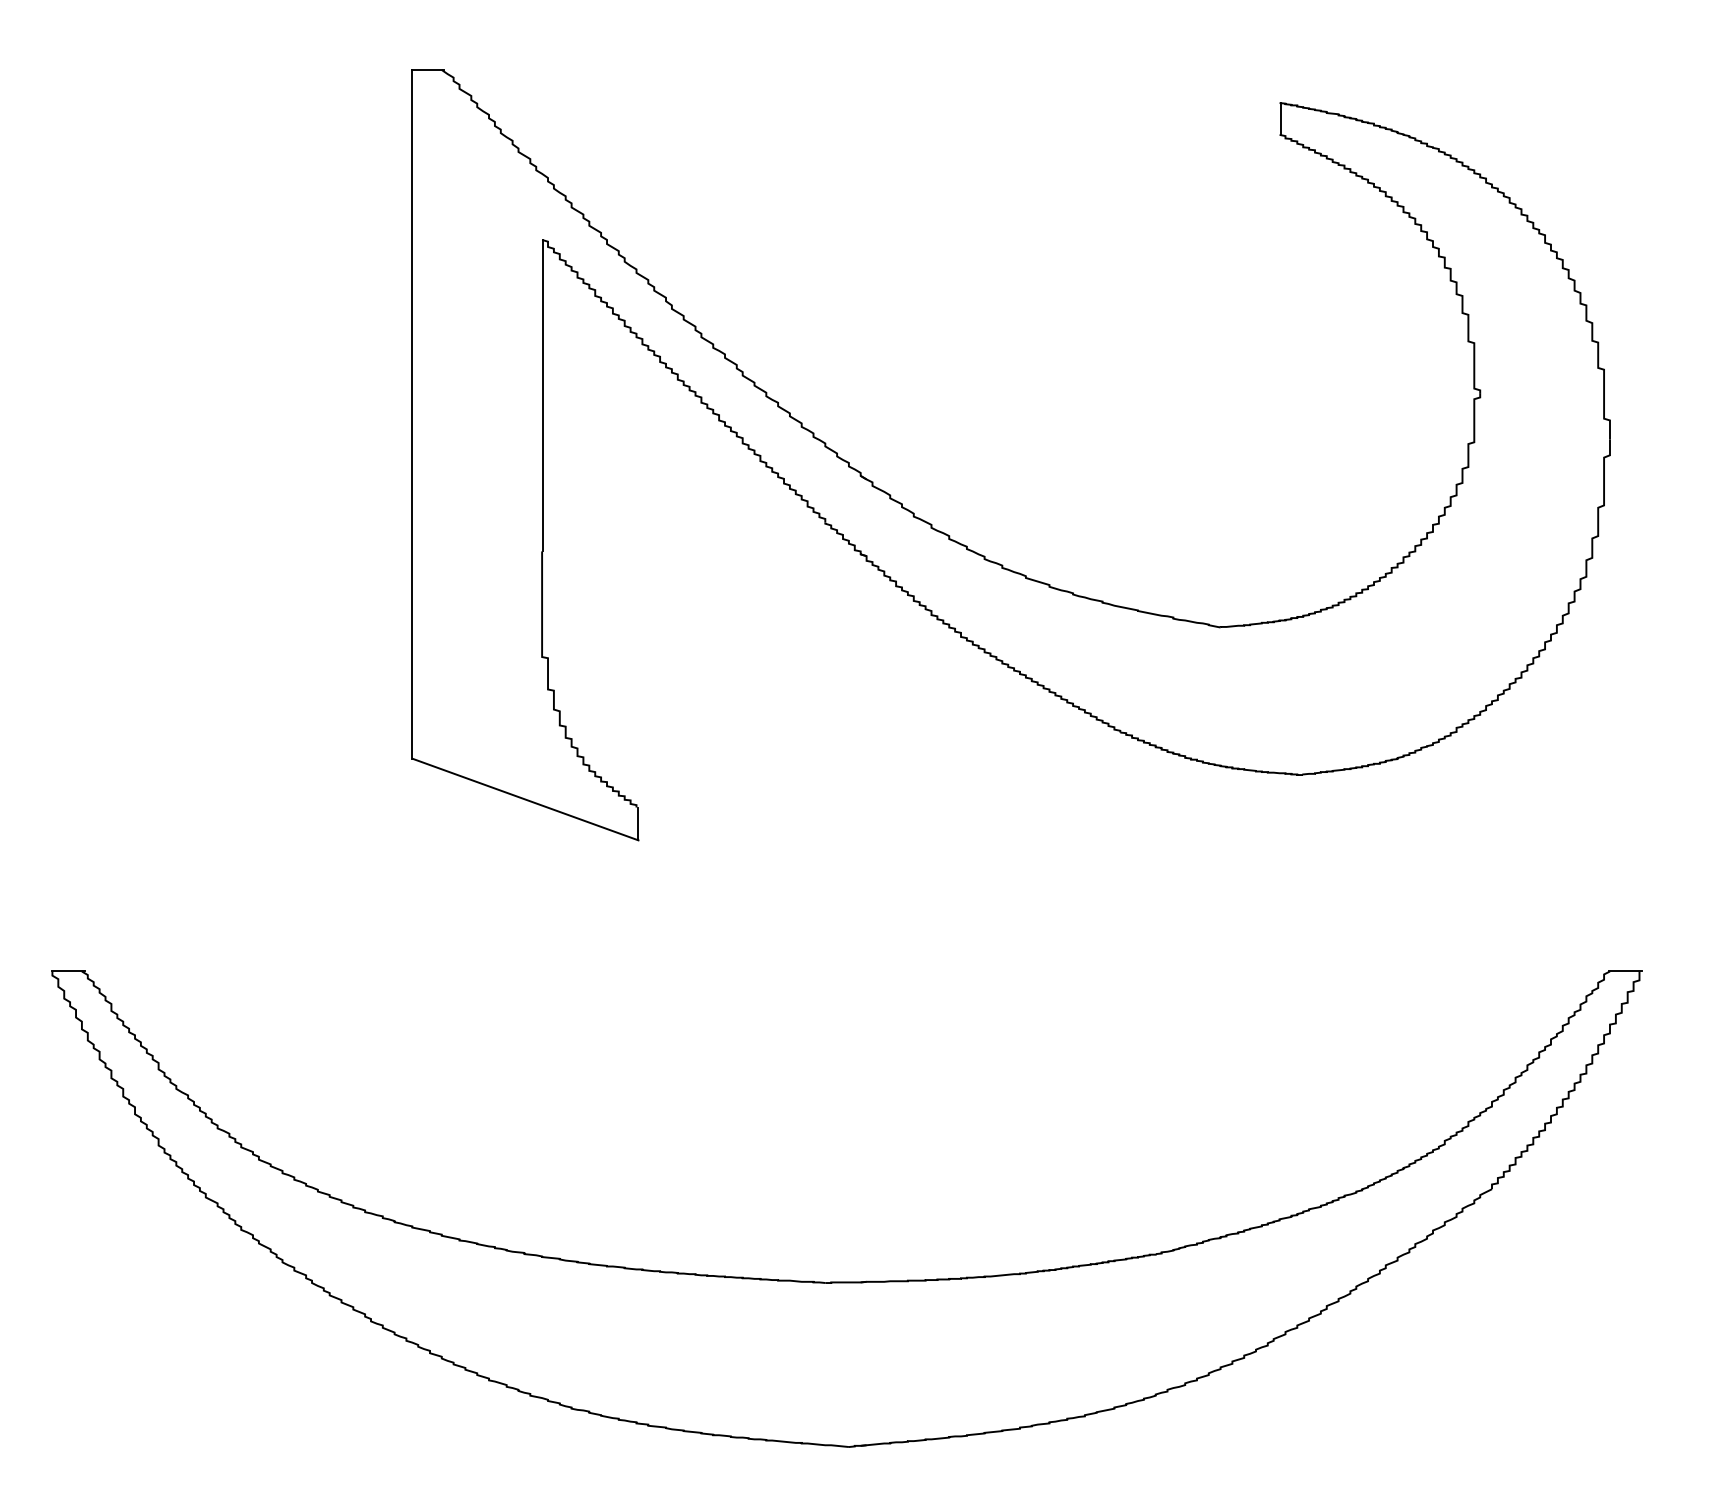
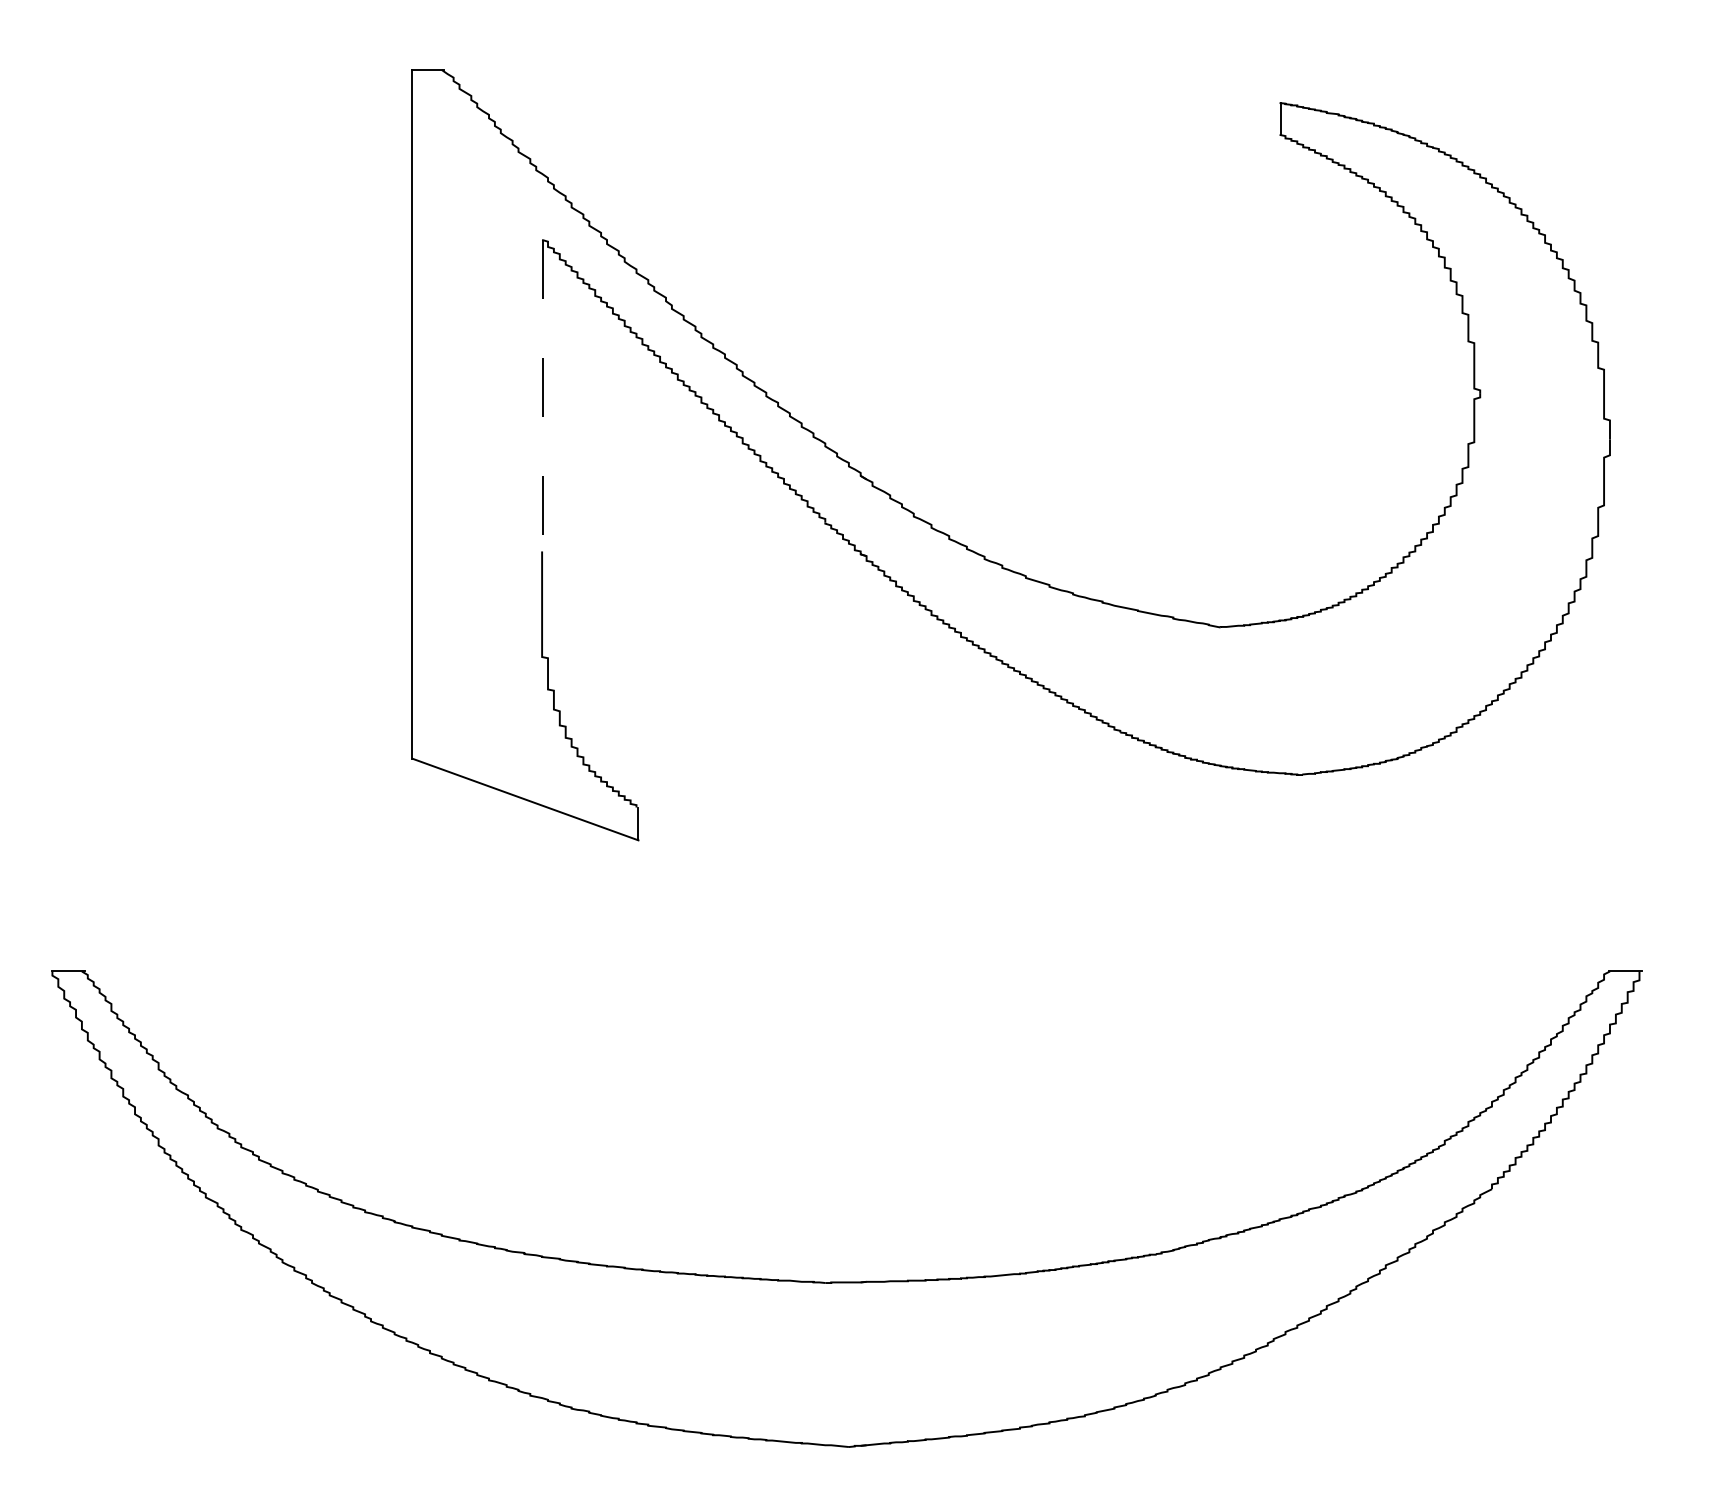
line at (543, 395): solid -> dashed
